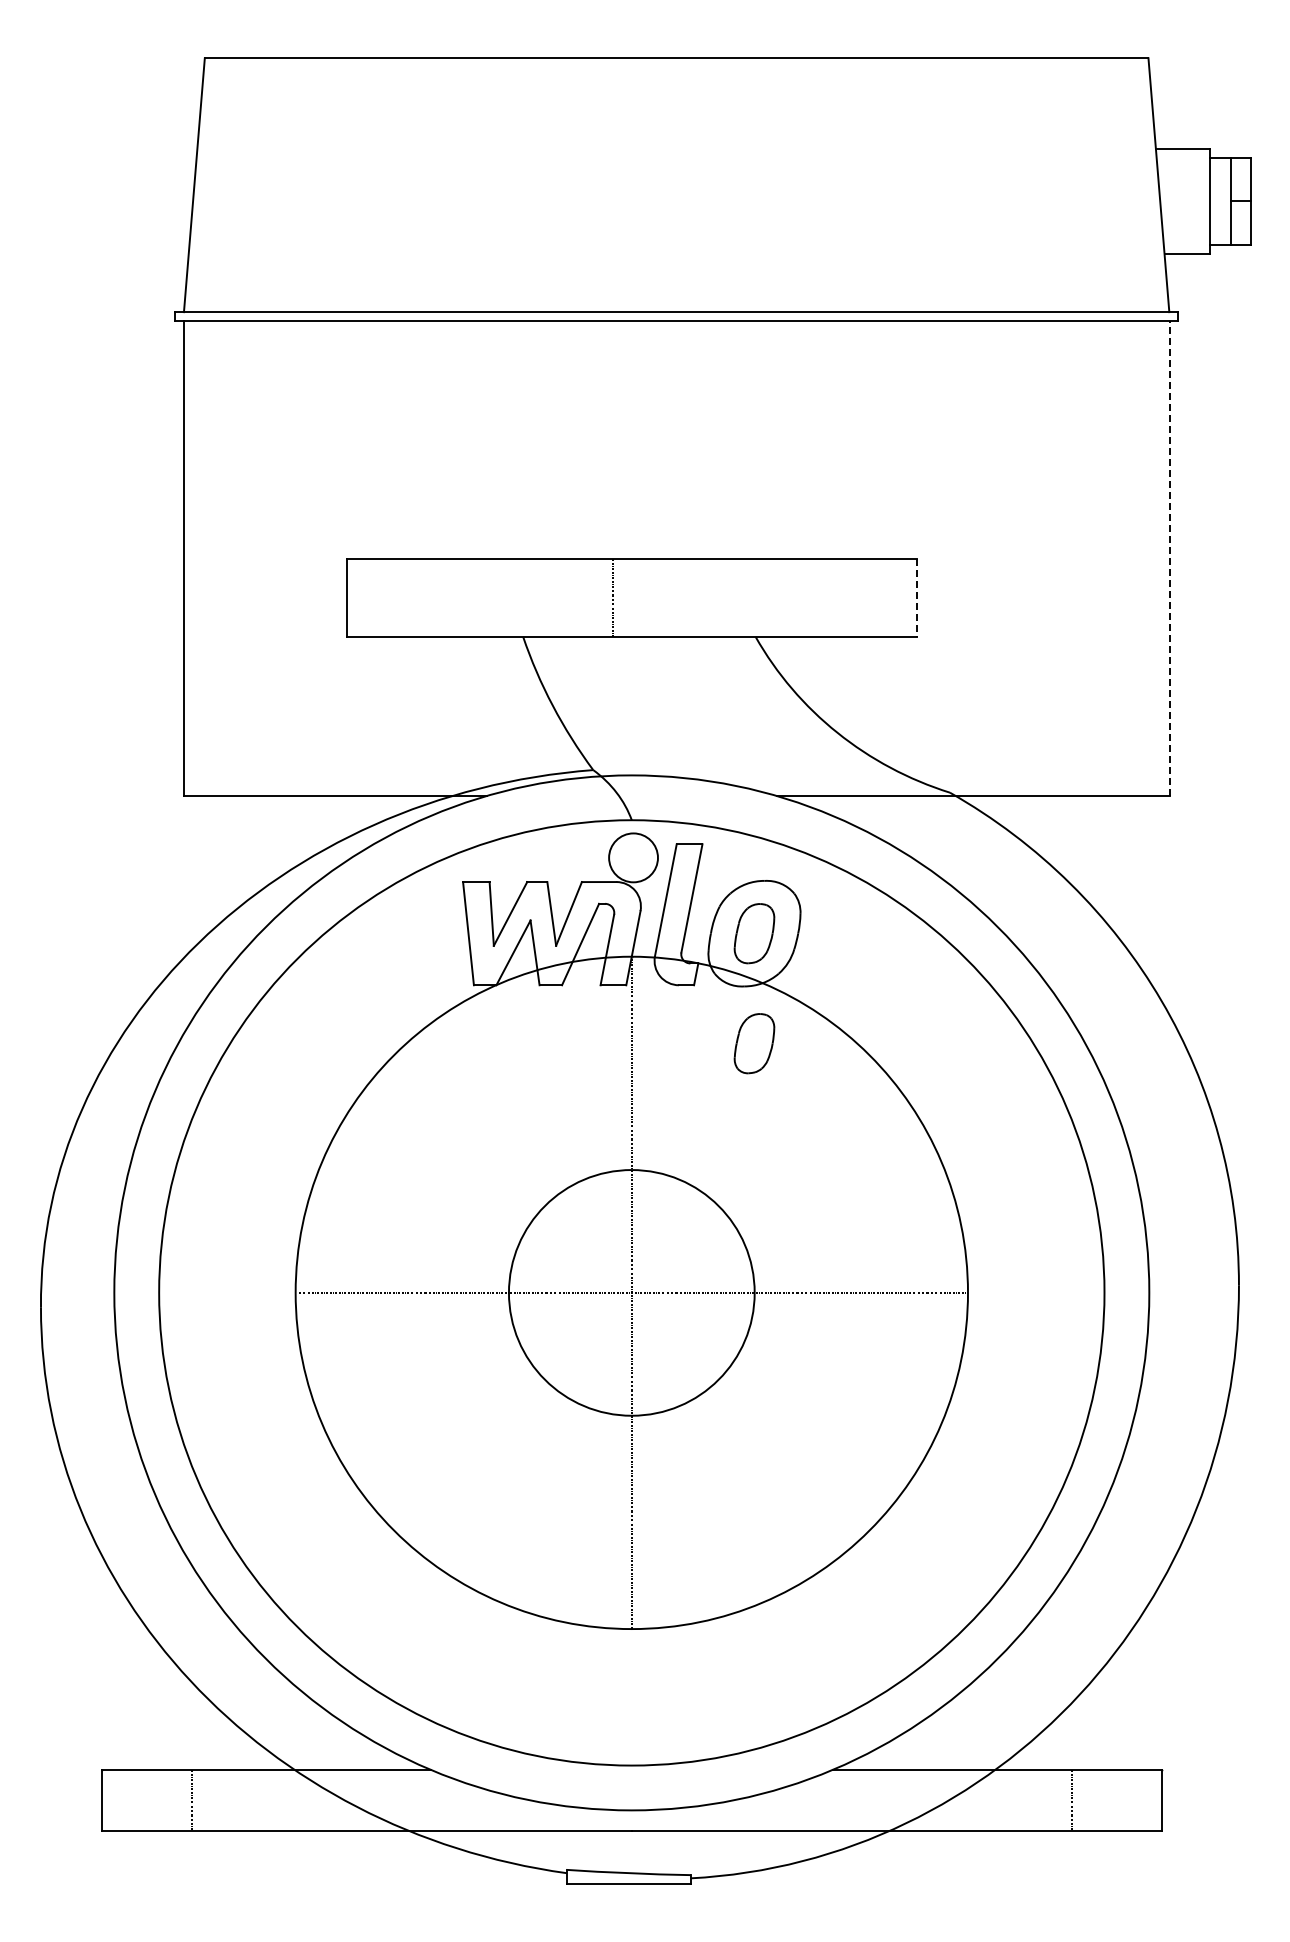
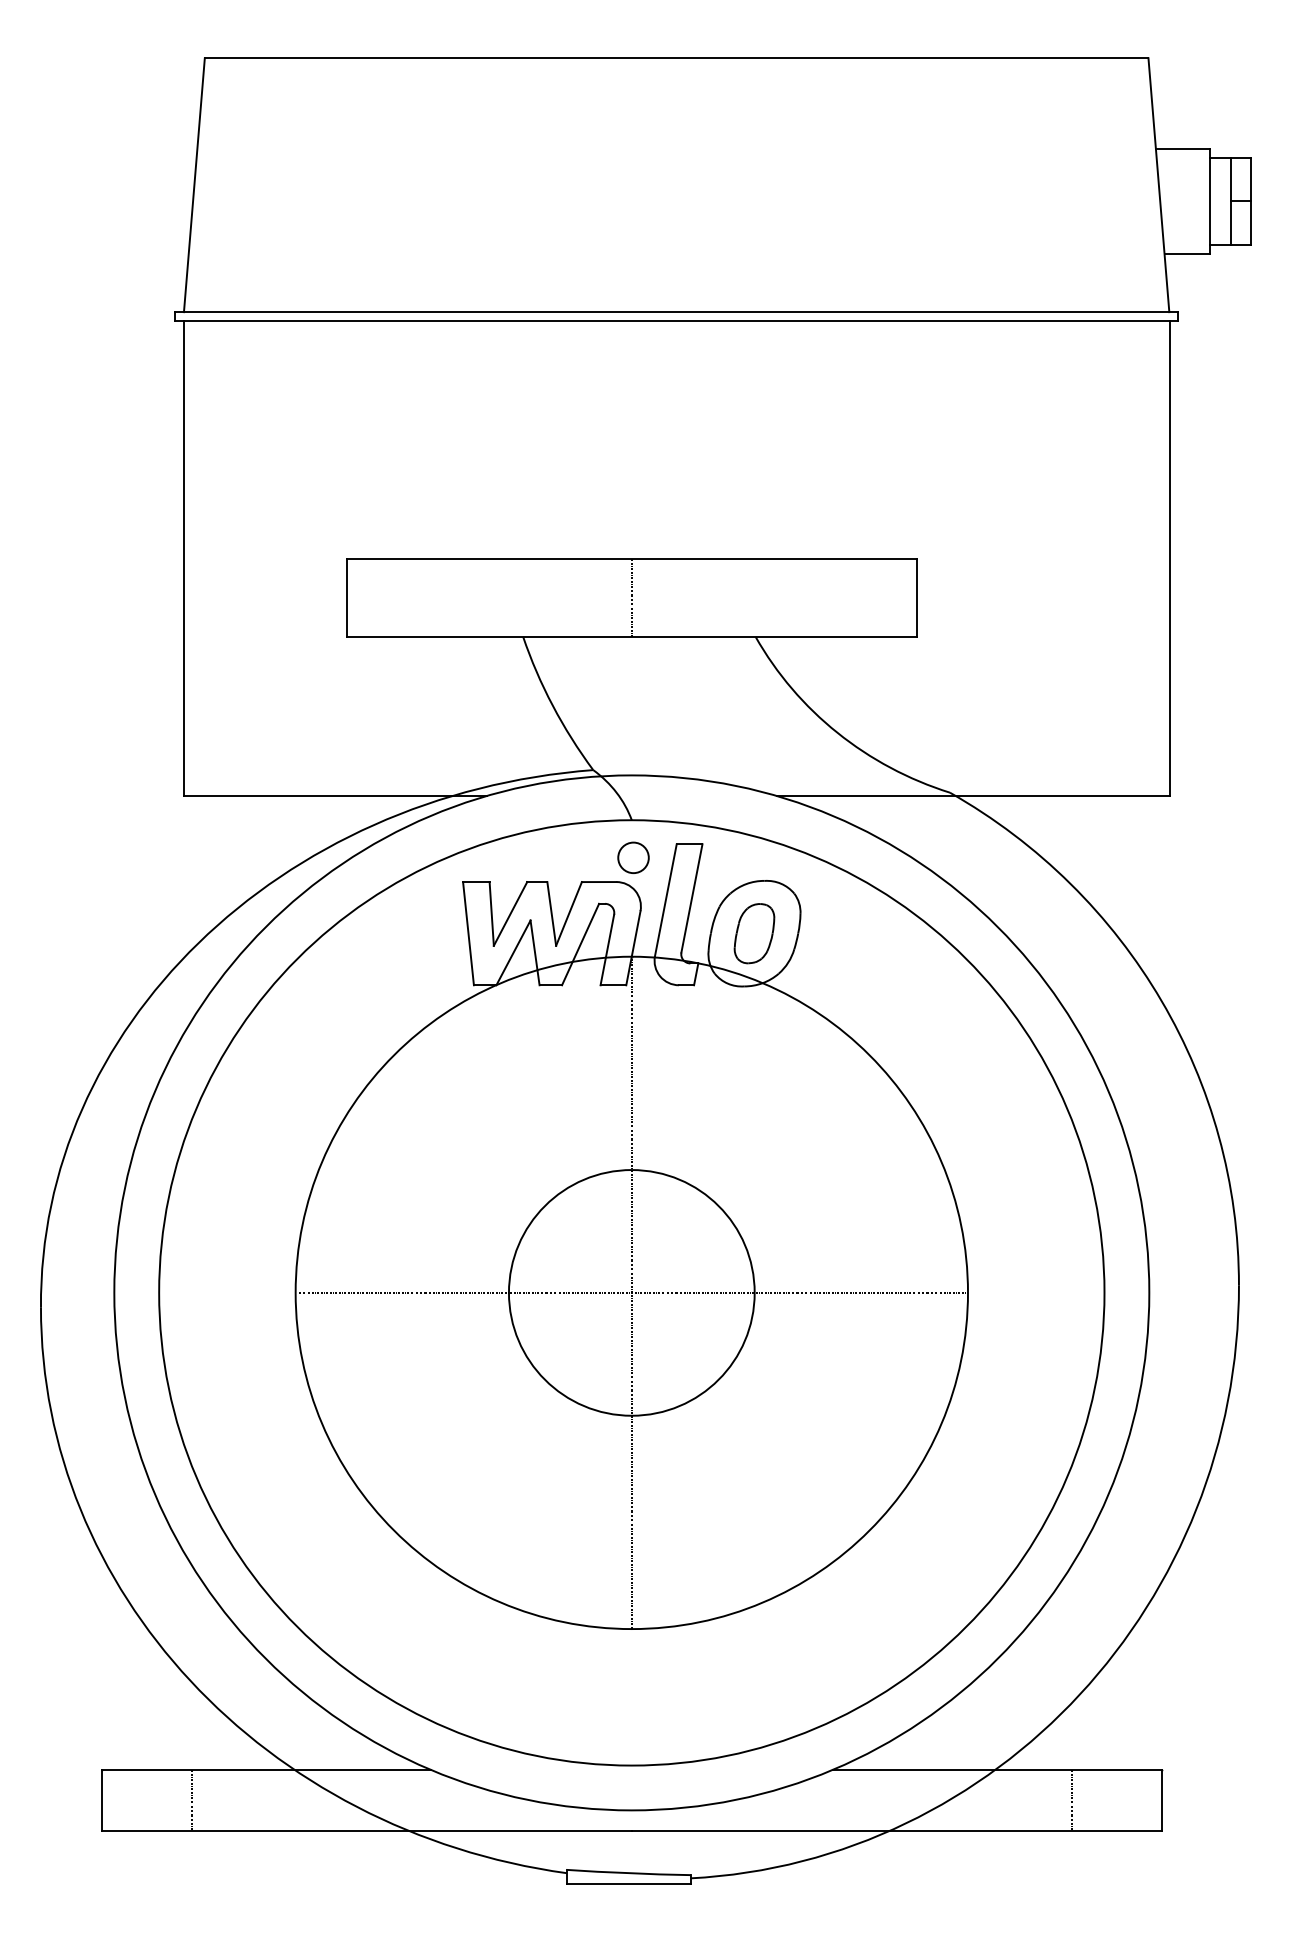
line at (1169, 558): dashed -> solid
line at (612, 597) position: (612, 597) -> (631, 597)
line at (917, 598): dashed -> solid
circle at (633, 857) diameter: 49 px -> 31 px
part at (754, 1043): present -> none
